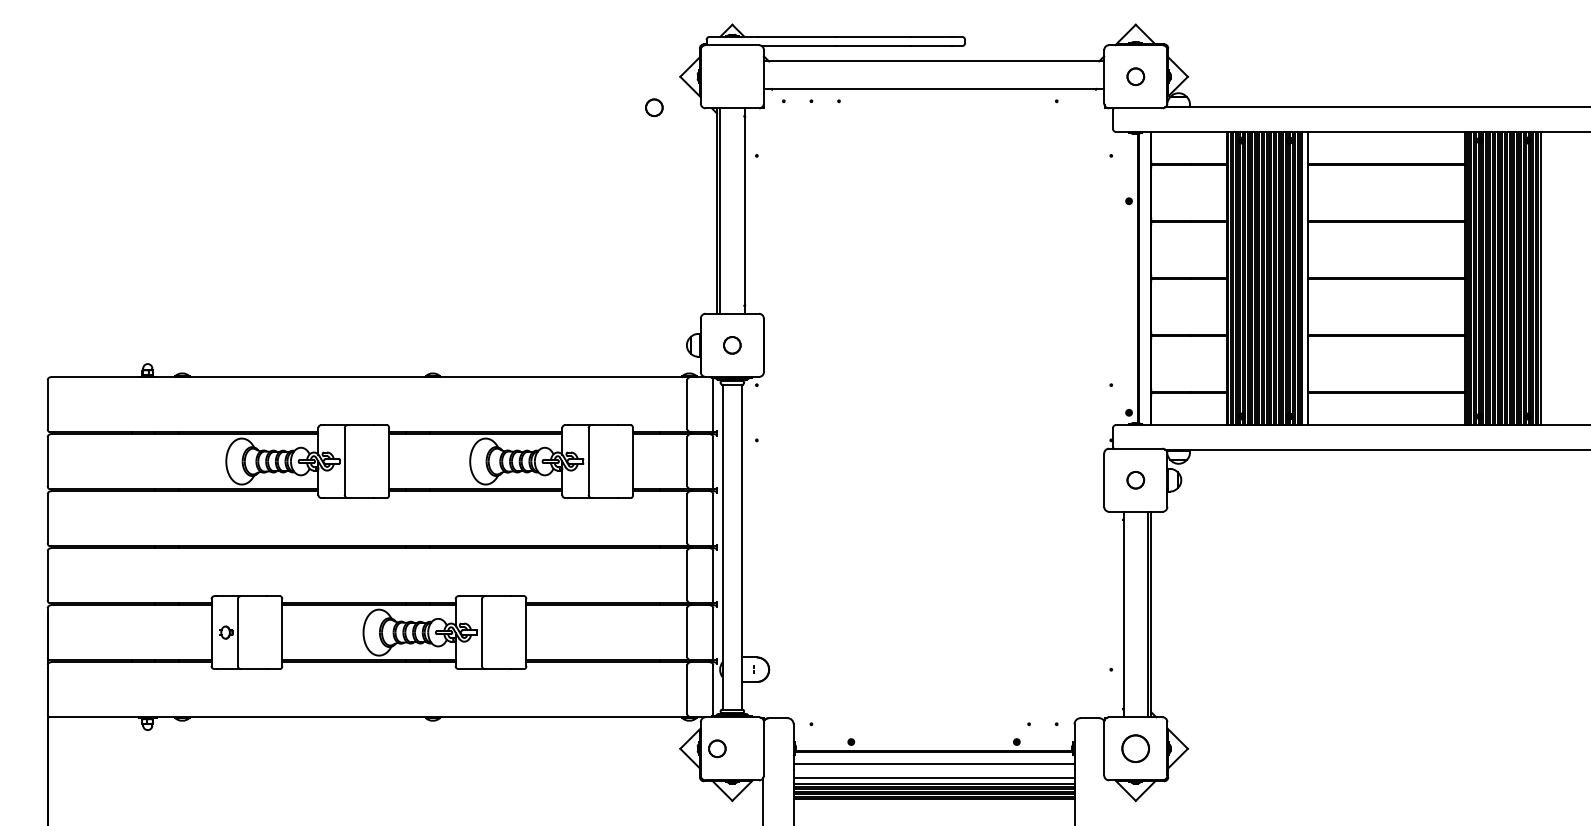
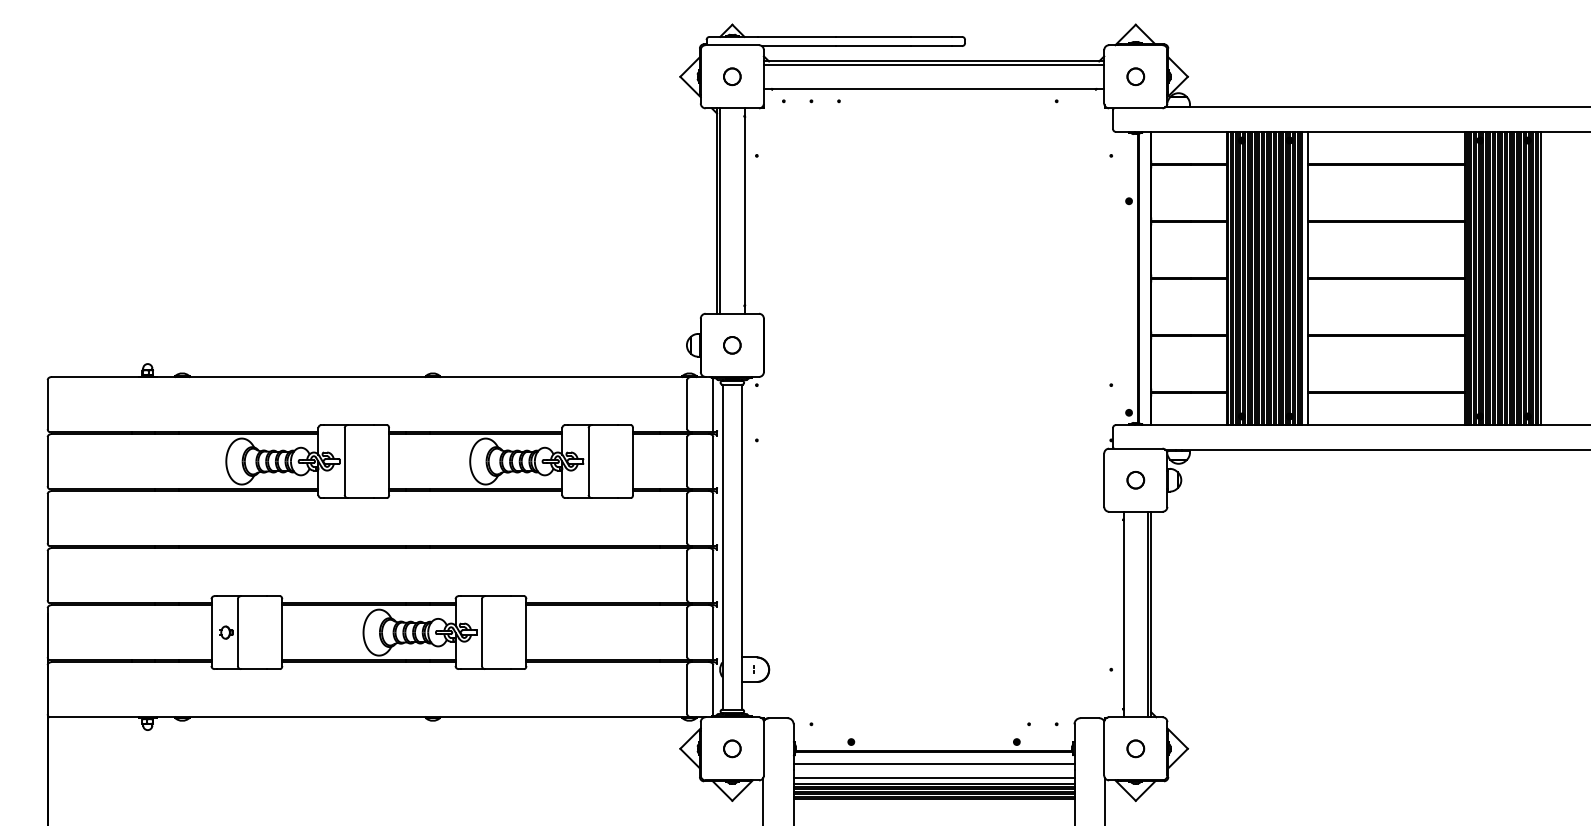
line at (933, 64): none -> present
part at (654, 107) position: (654, 107) -> (732, 76)
part at (717, 748) position: (717, 748) -> (732, 748)
part at (1135, 748) size: 29x29 px -> 20x20 px
line at (1105, 800): none -> present
